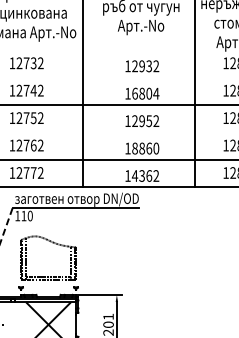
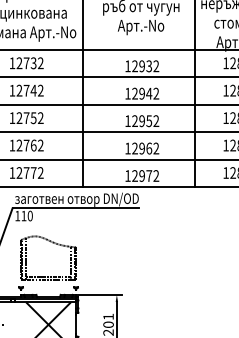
line at (118, 49): none -> present
line at (118, 77): none -> present
text at (145, 93): 16804 -> 12942
line at (118, 132): none -> present
text at (145, 148): 18860 -> 12962
text at (141, 175): 14362 -> 12972
line at (6, 226): dashed -> solid
